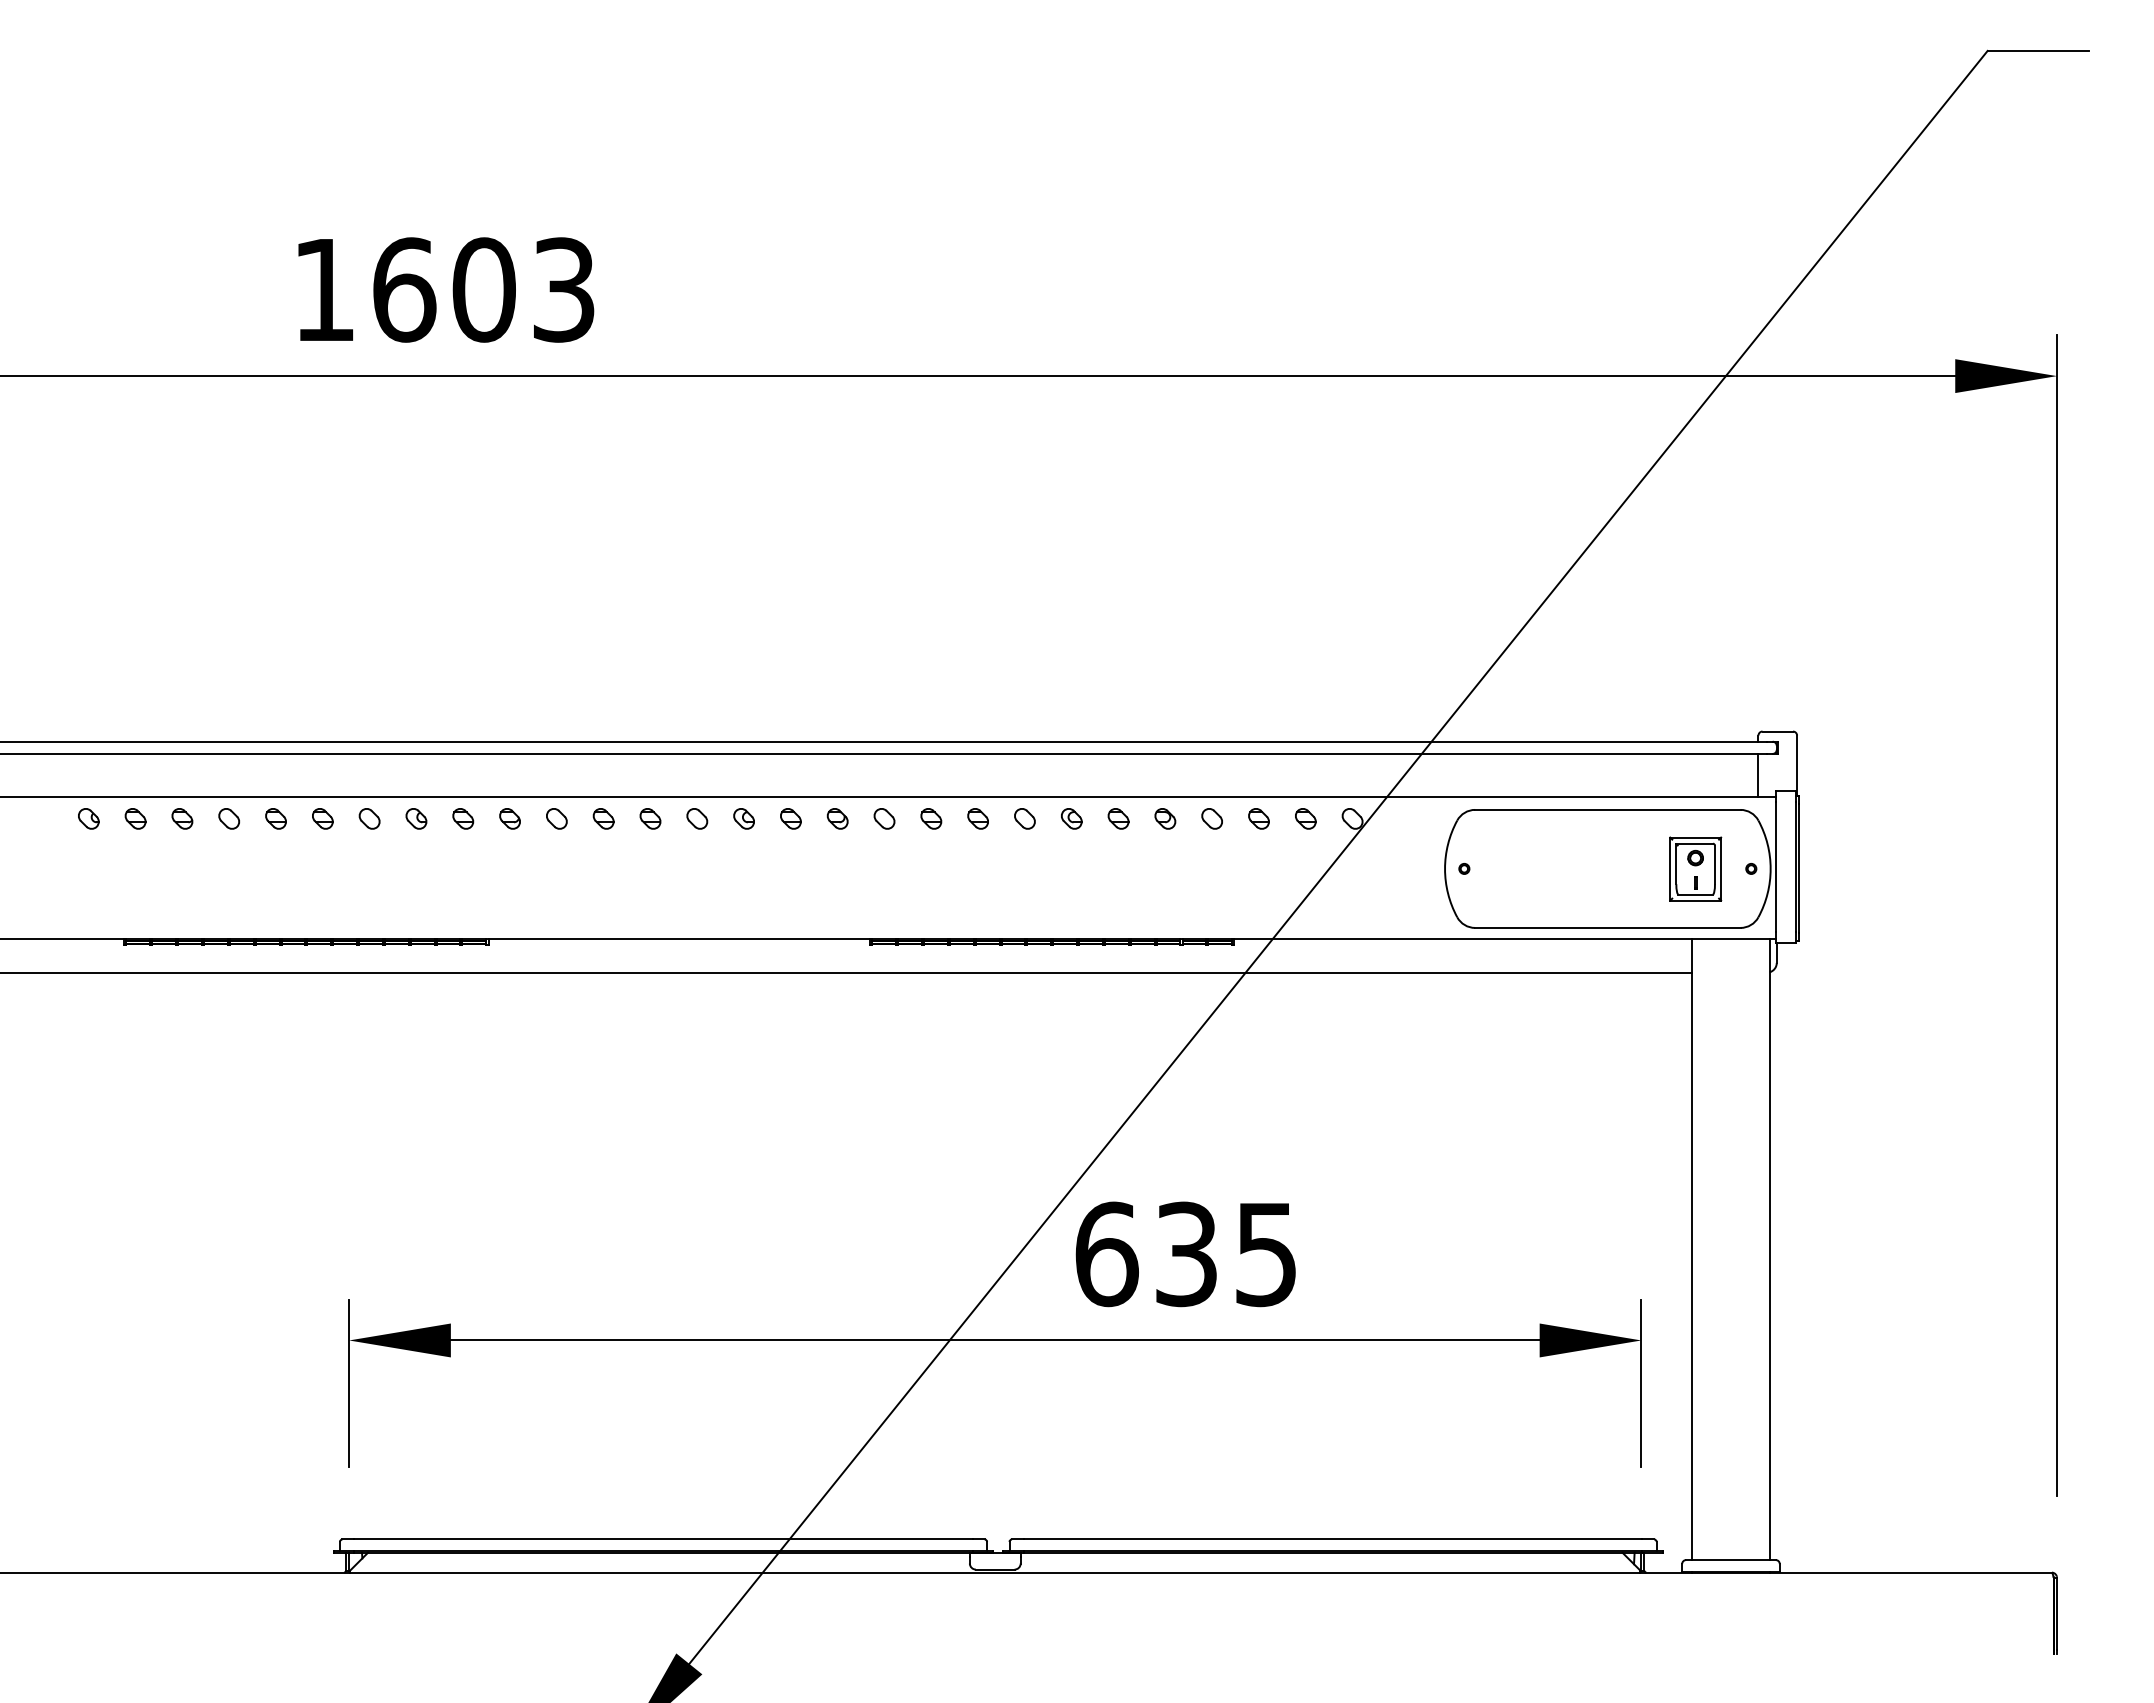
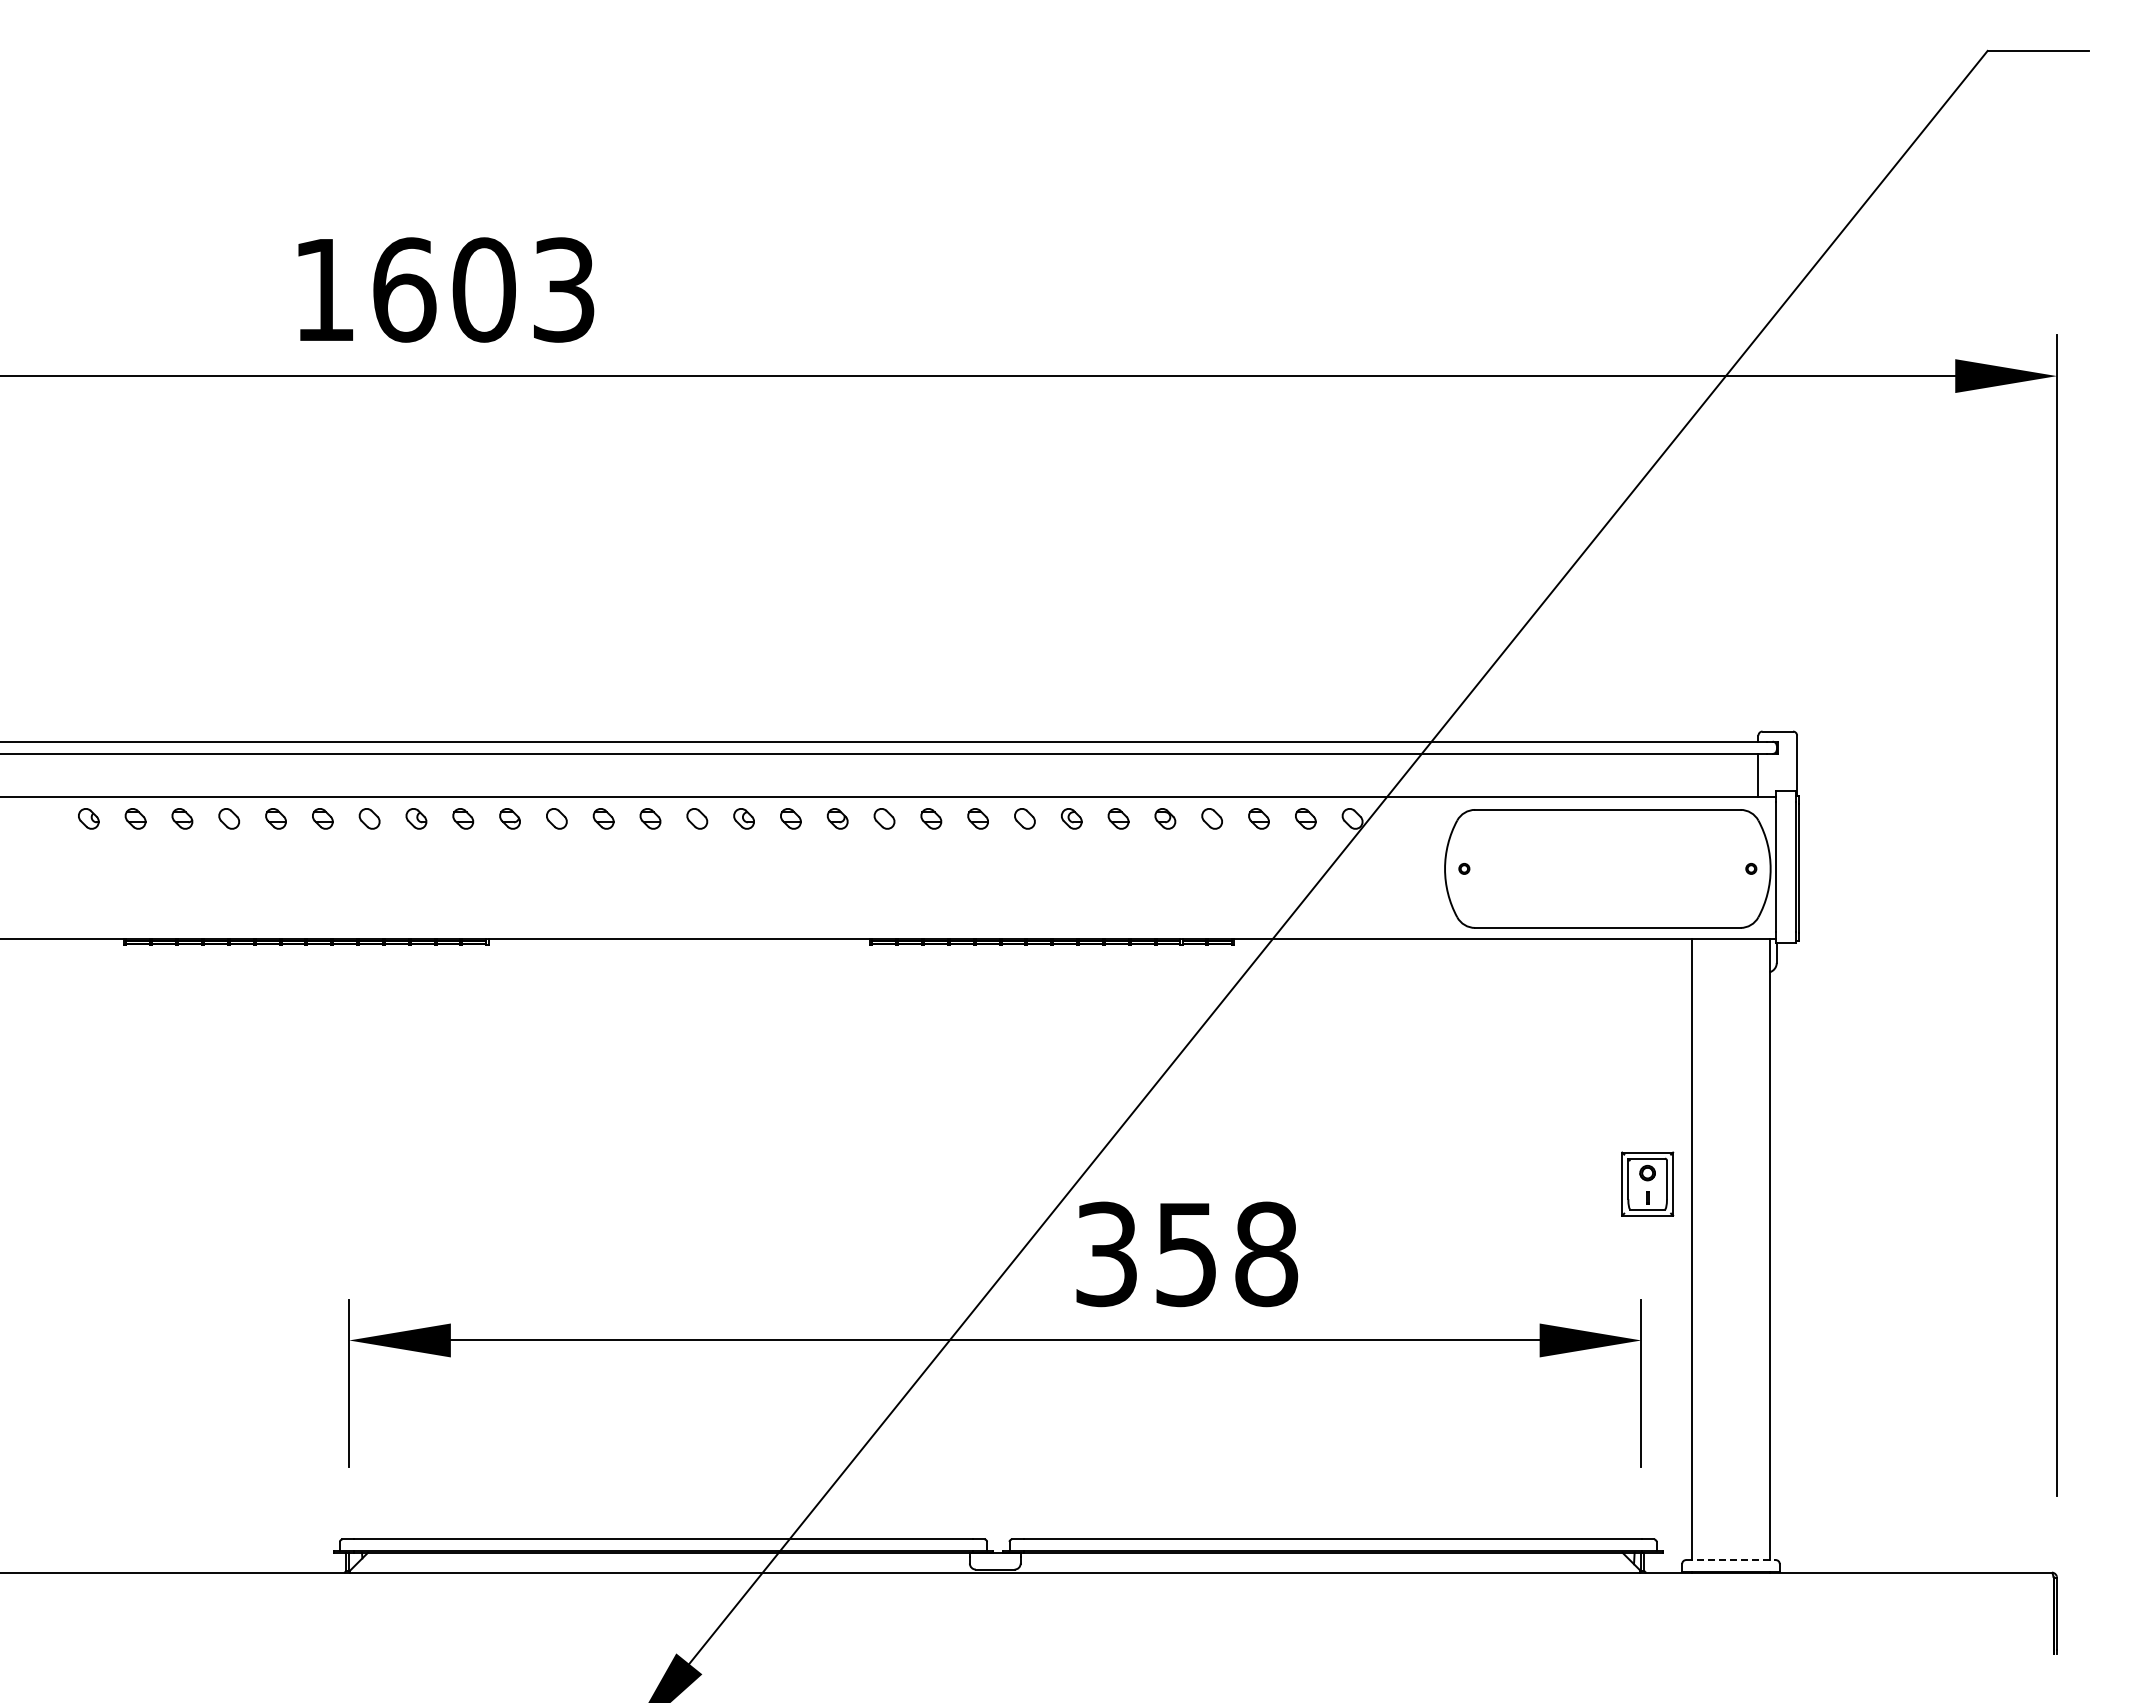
part at (1695, 868) position: (1695, 868) -> (1647, 1183)
line at (847, 972): present -> none
text at (1186, 1254): 635 -> 358
line at (1730, 1560): solid -> dashed
